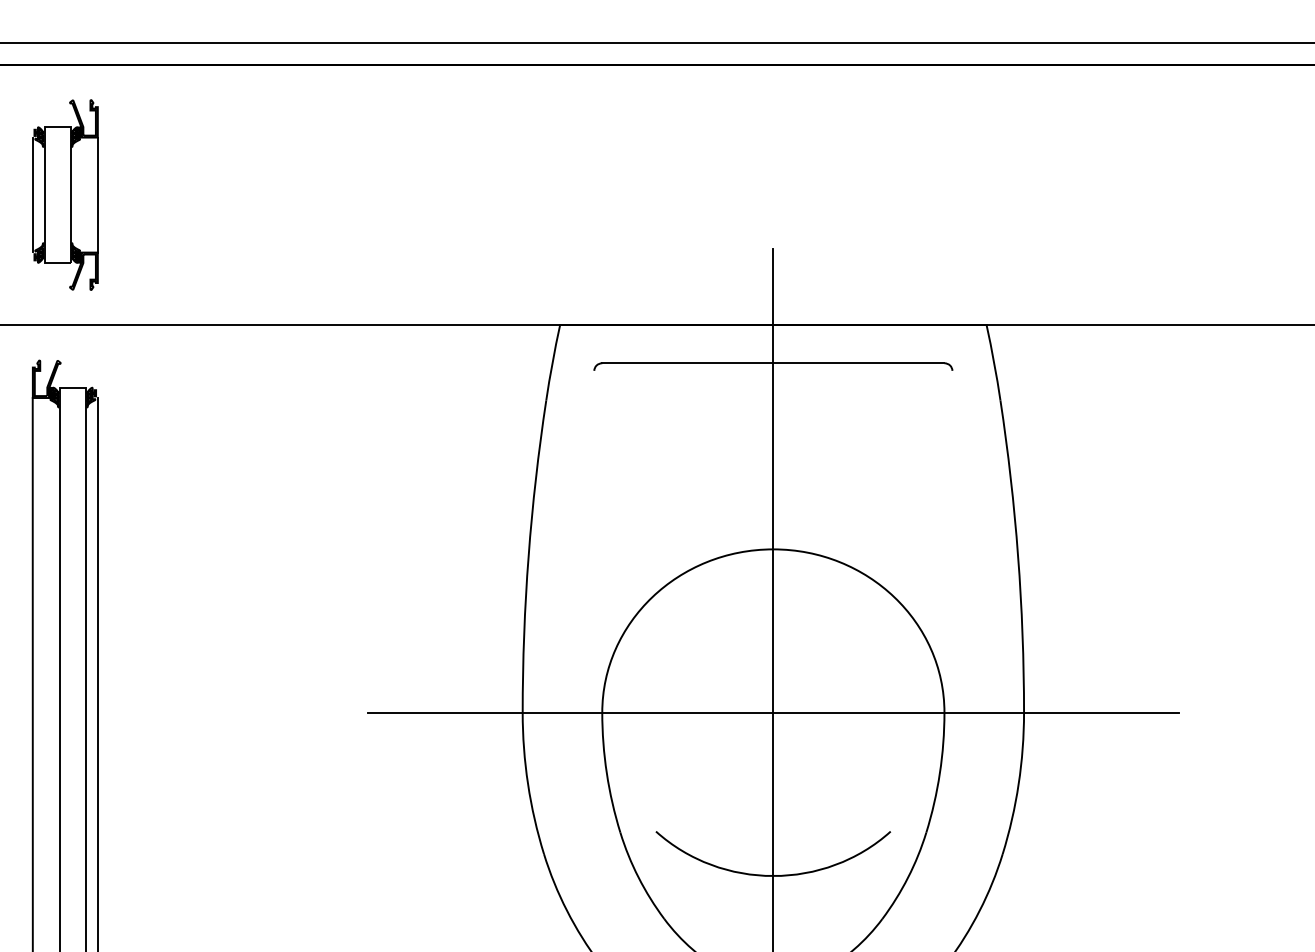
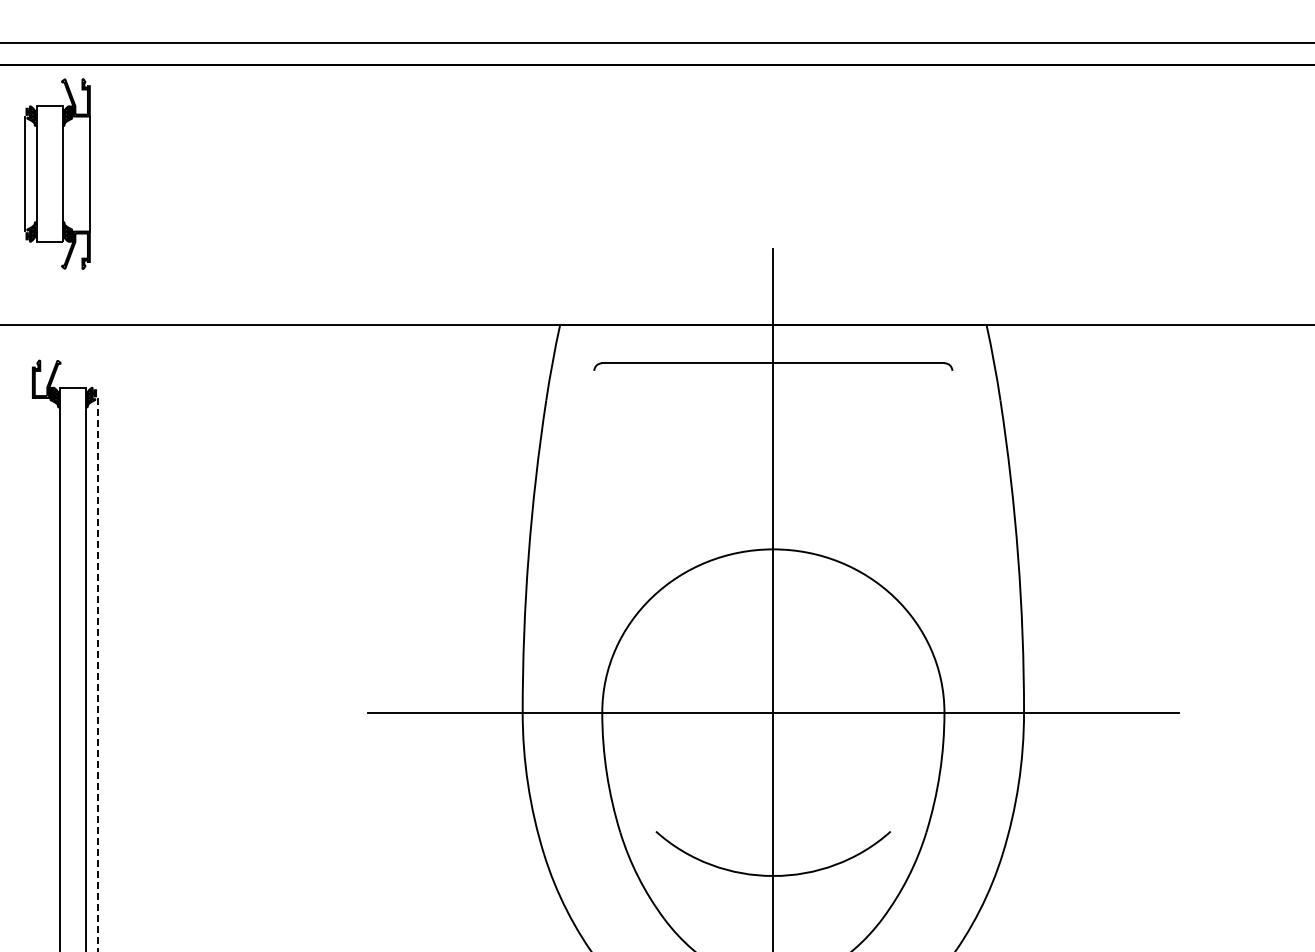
part at (65, 194) position: (65, 194) -> (57, 173)
line at (32, 673): present -> none
line at (97, 675): solid -> dashed
